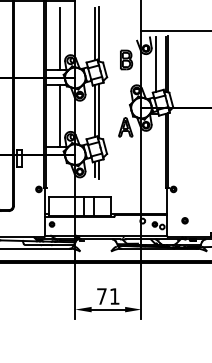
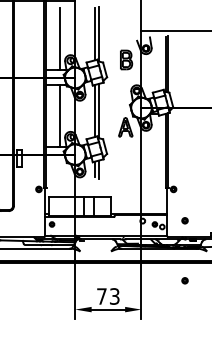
line at (156, 64): present -> none
part at (184, 280): none -> present
text at (114, 296): 71 -> 73
